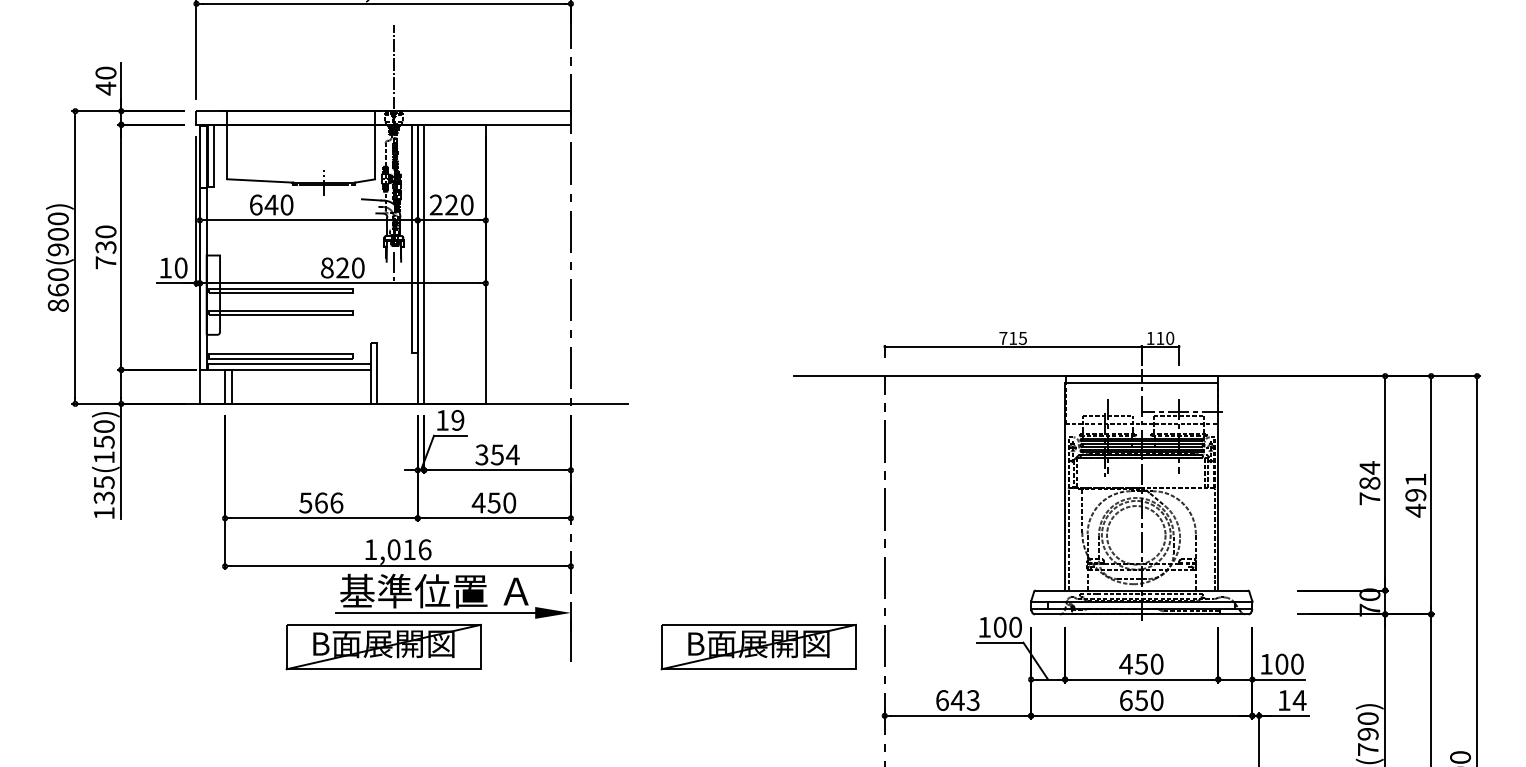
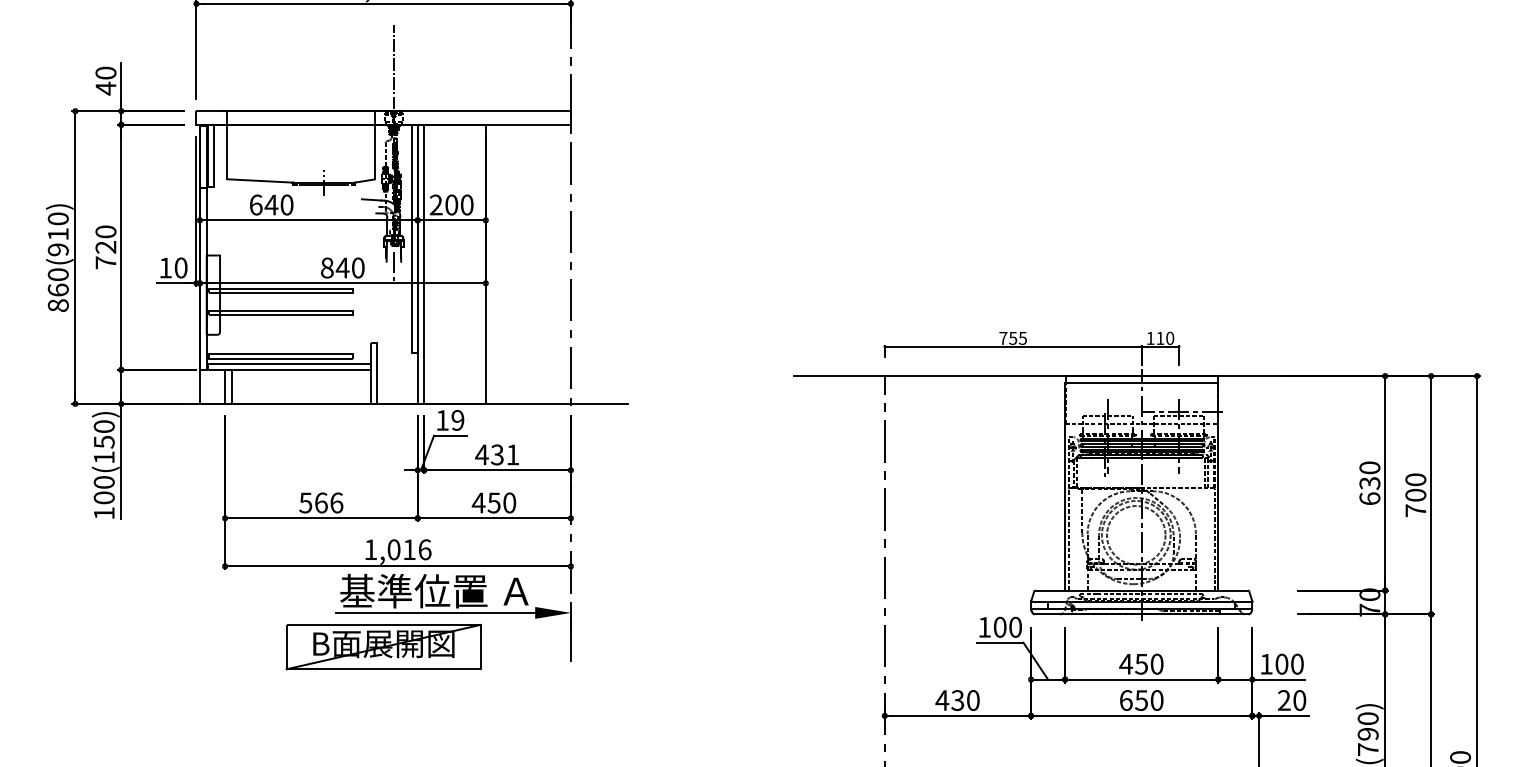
text at (451, 204): 220 -> 200
text at (57, 234): 860(900) -> 860(910)
text at (106, 247): 730 -> 720
text at (342, 267): 820 -> 840
text at (1013, 338): 715 -> 755
text at (497, 454): 354 -> 431
text at (1369, 483): 784 -> 630
text at (103, 490): 135(150) -> 100(150)
text at (1415, 495): 491 -> 700
part at (758, 647): present -> none
text at (957, 700): 643 -> 430
text at (1292, 700): 14 -> 20
